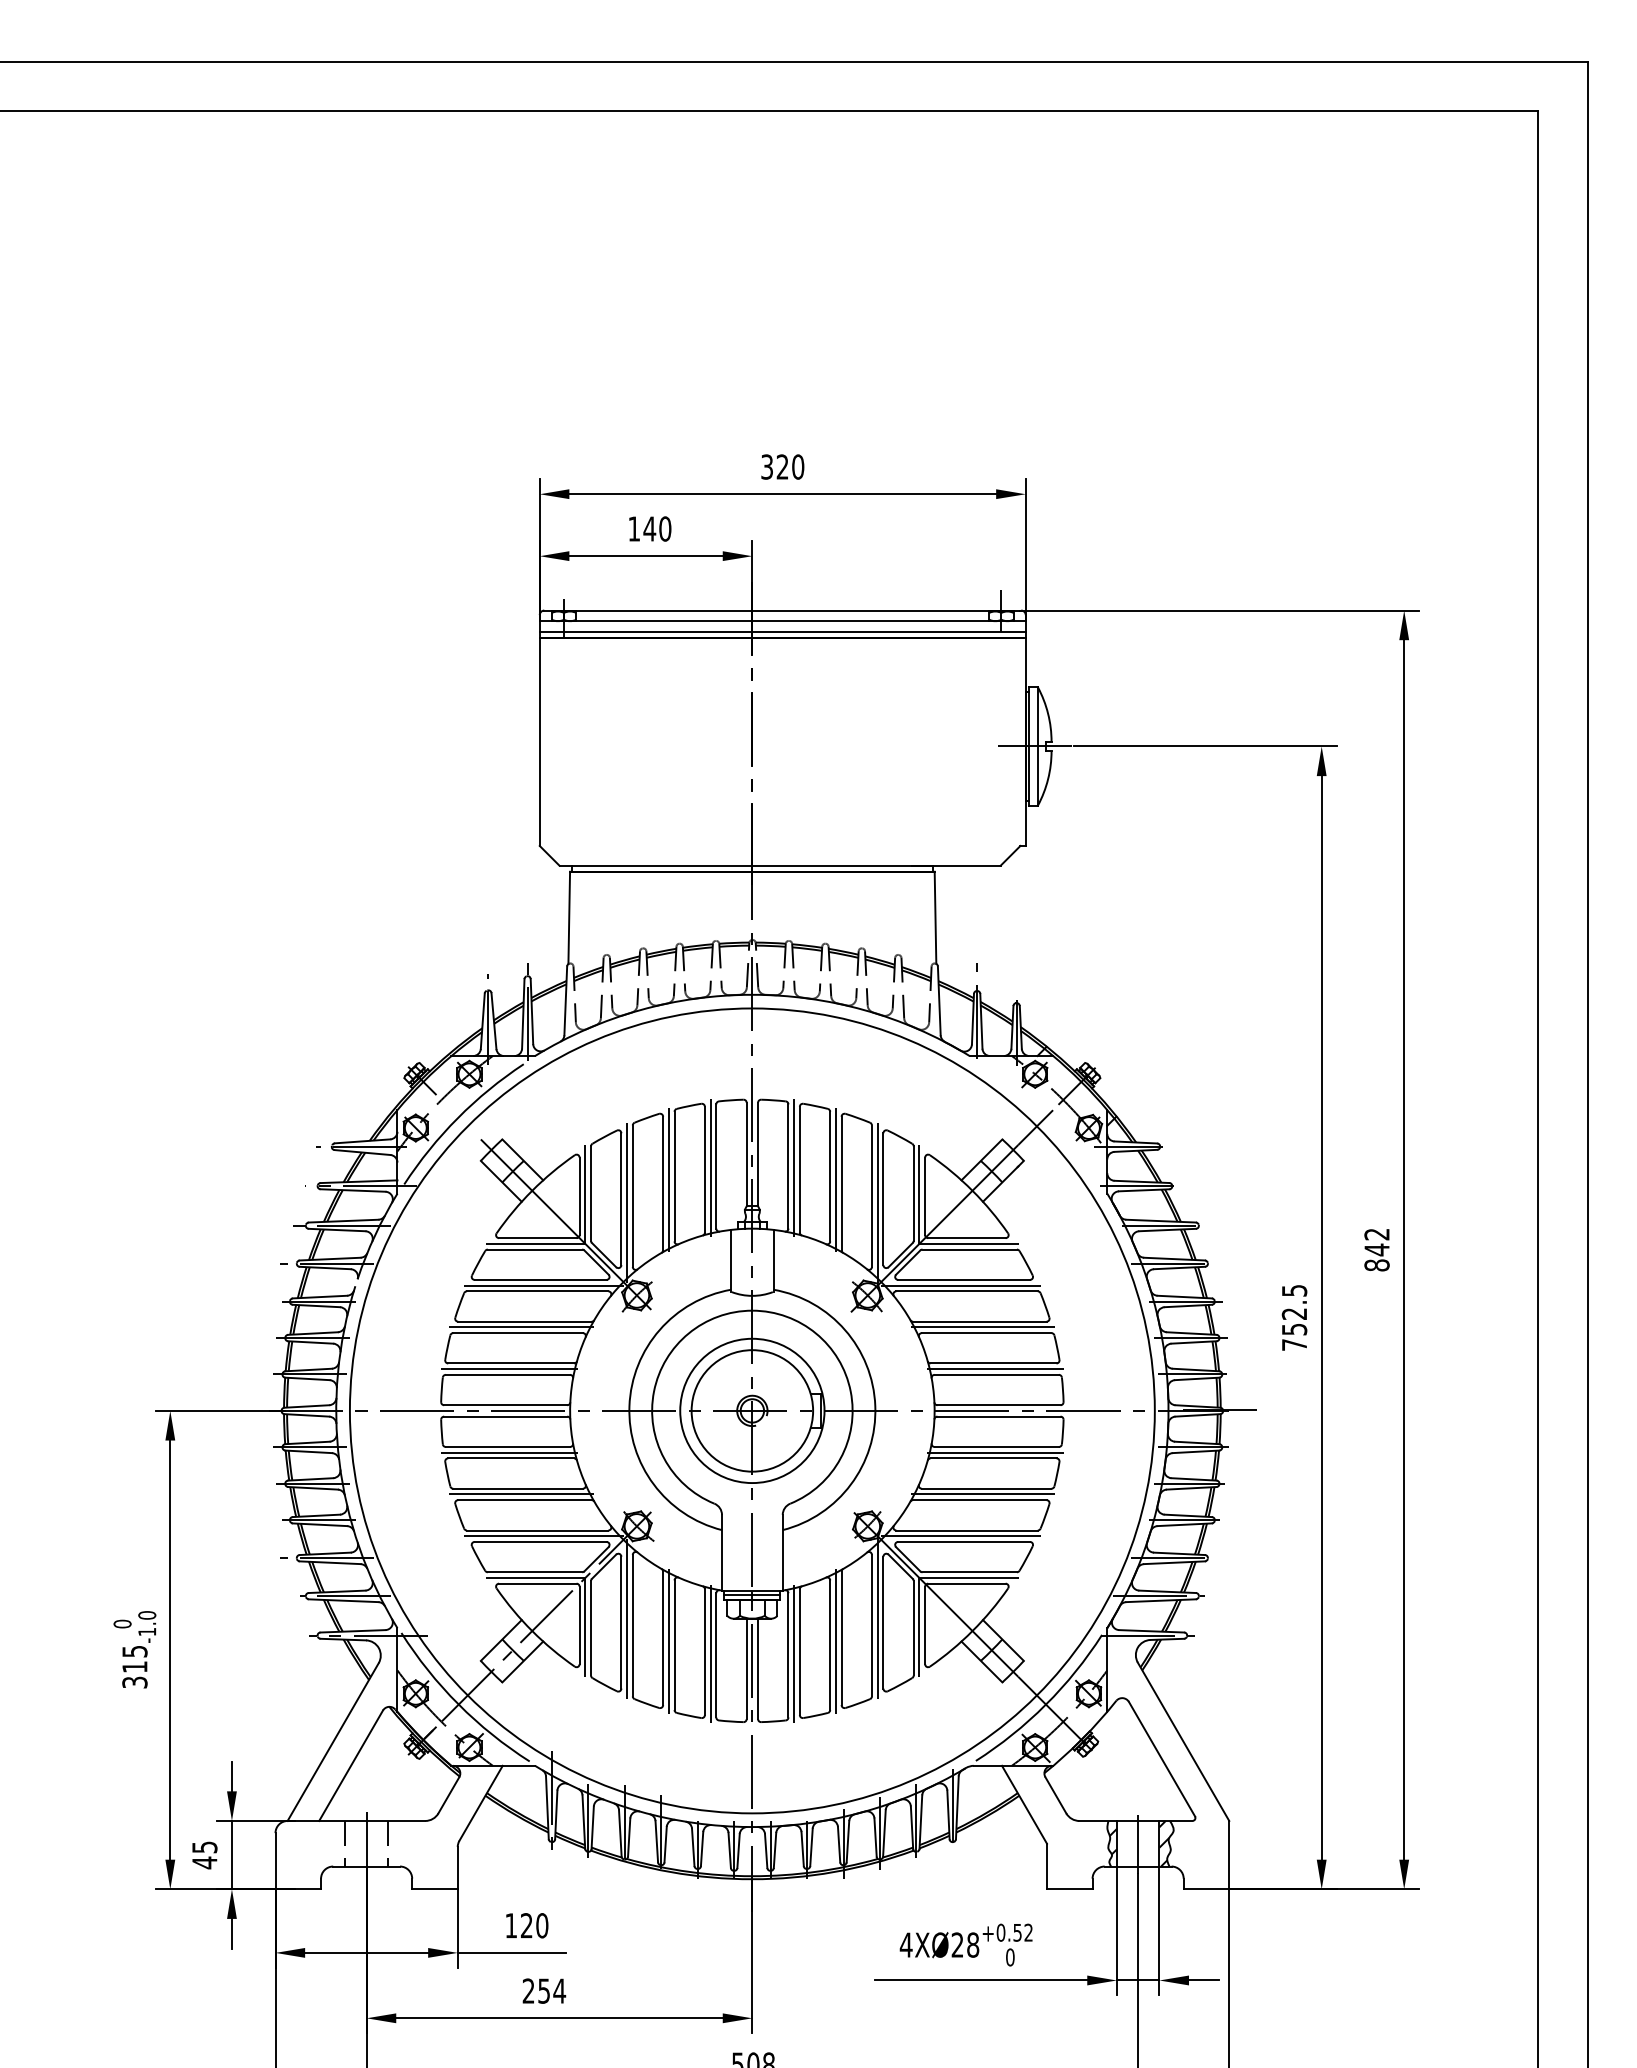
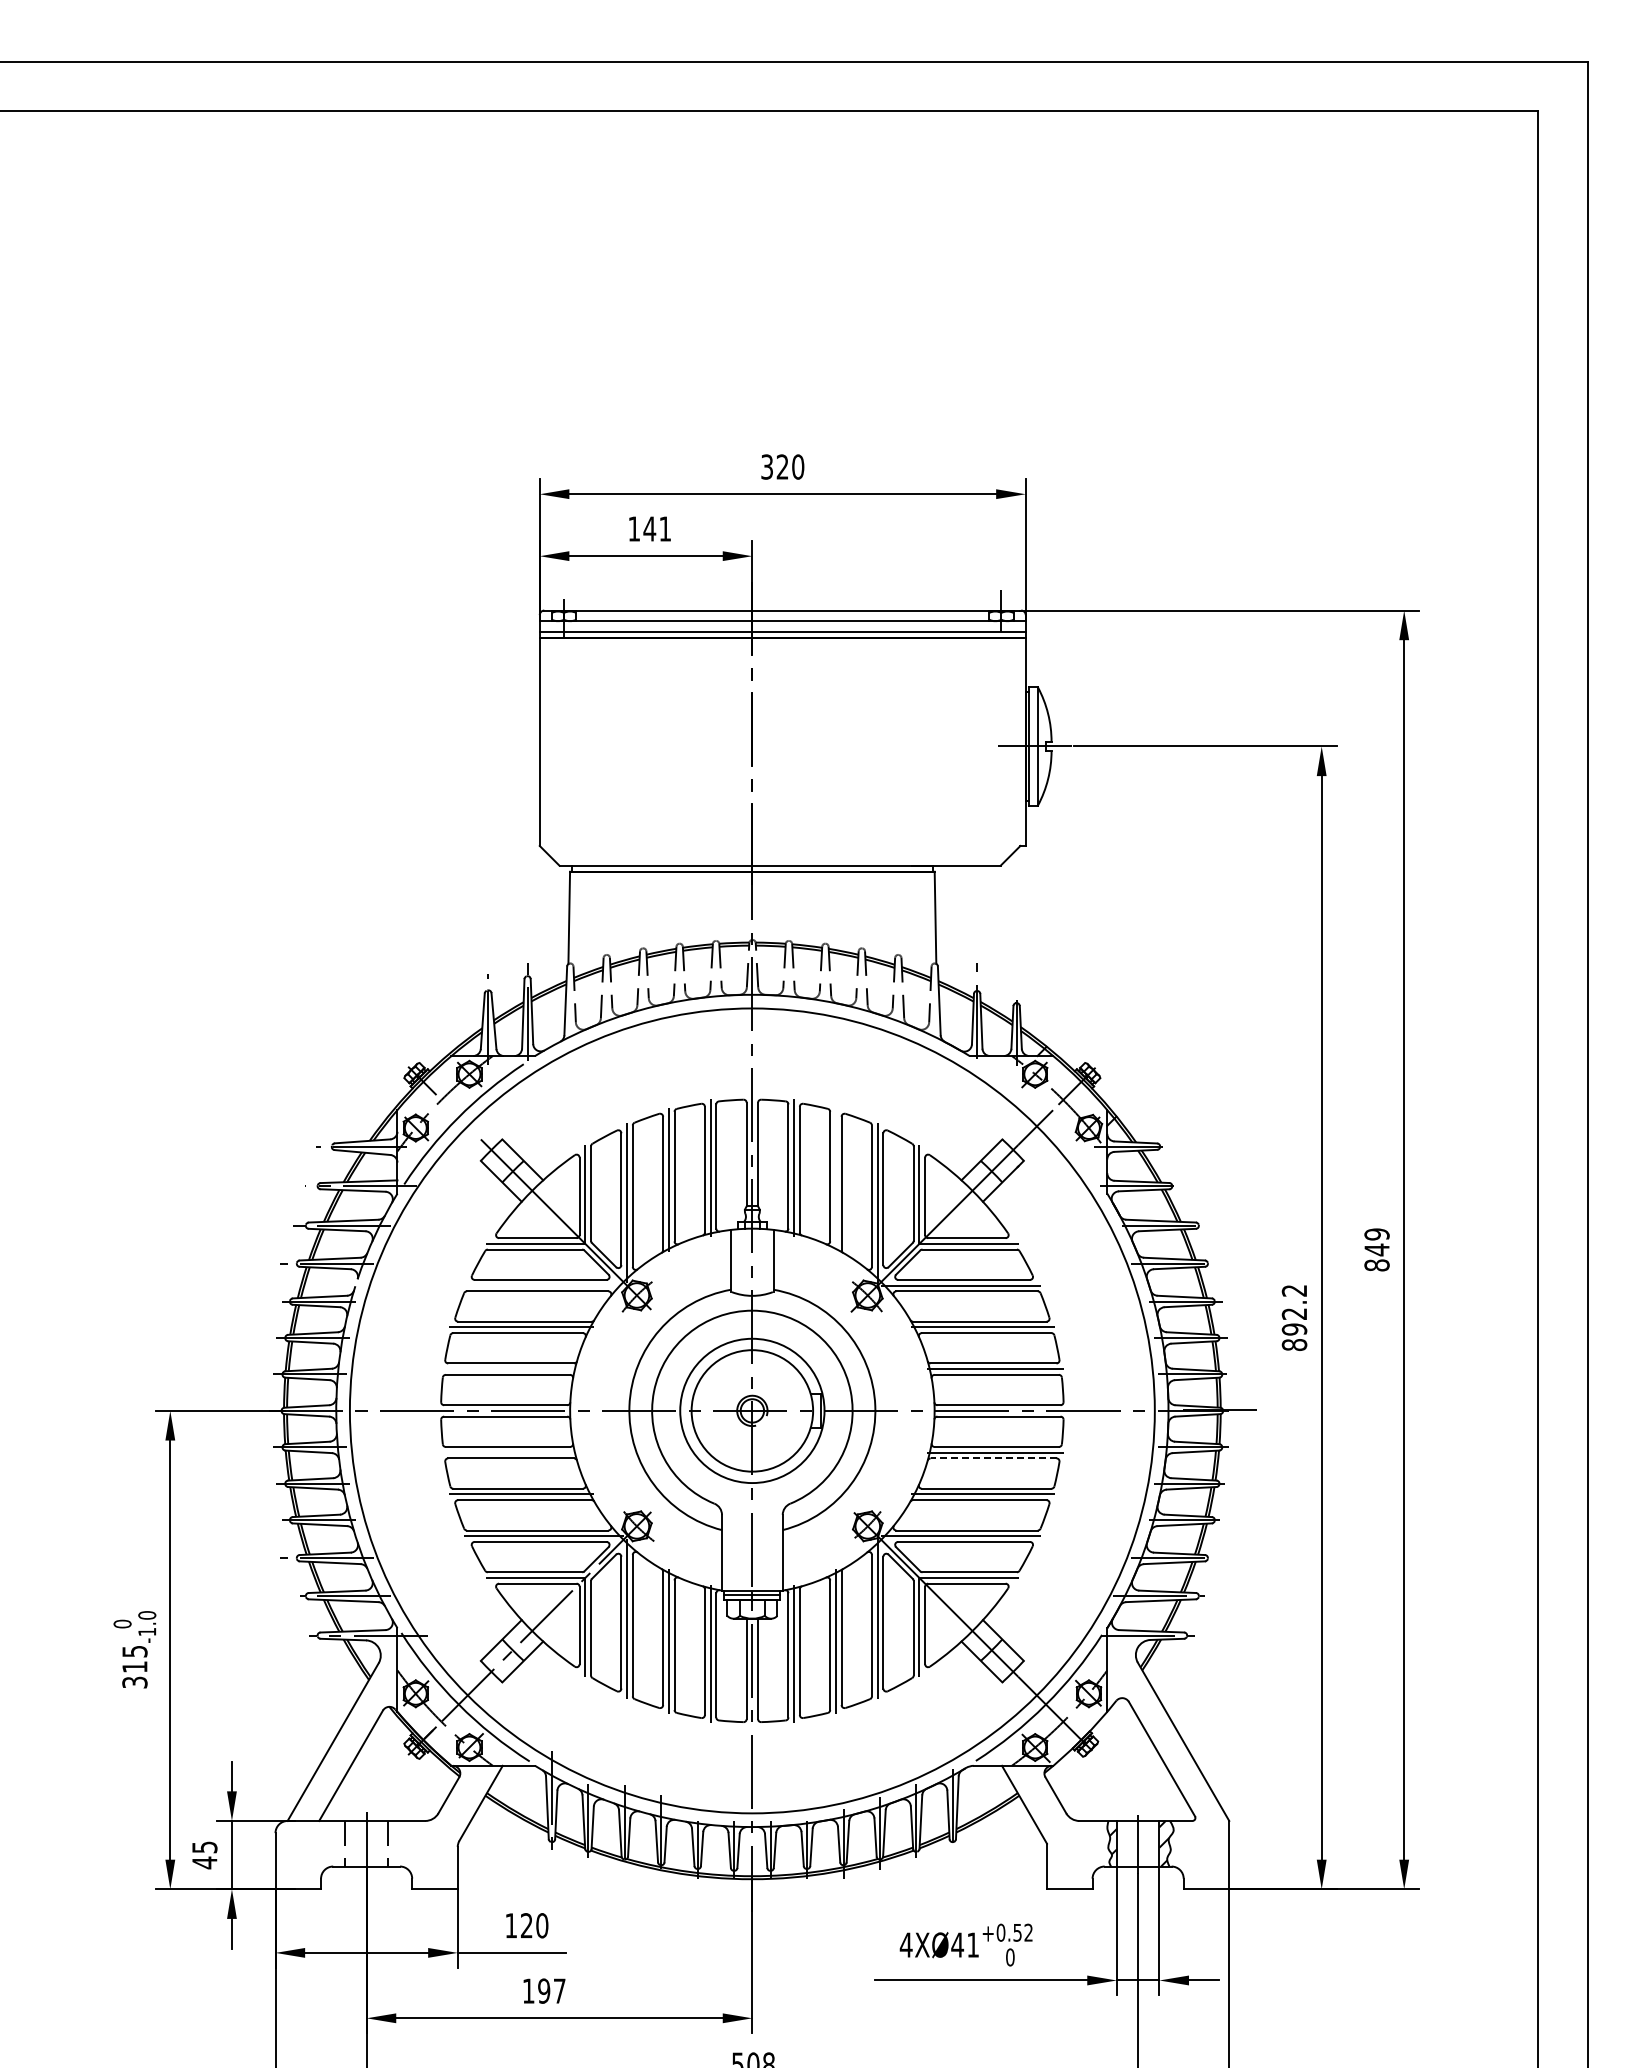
text at (665, 528): 140 -> 141
line at (835, 1179): present -> none
text at (1376, 1234): 842 -> 849
line at (544, 1285): present -> none
text at (1294, 1317): 752.5 -> 892.2
line at (509, 1369): present -> none
line at (509, 1452): present -> none
line at (993, 1458): solid -> dashed
text at (965, 1944): 4XØ28 -> 4XØ41
text at (544, 1990): 254 -> 197
